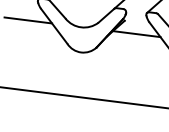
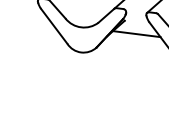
line at (28, 20): present -> none
line at (83, 97): present -> none
